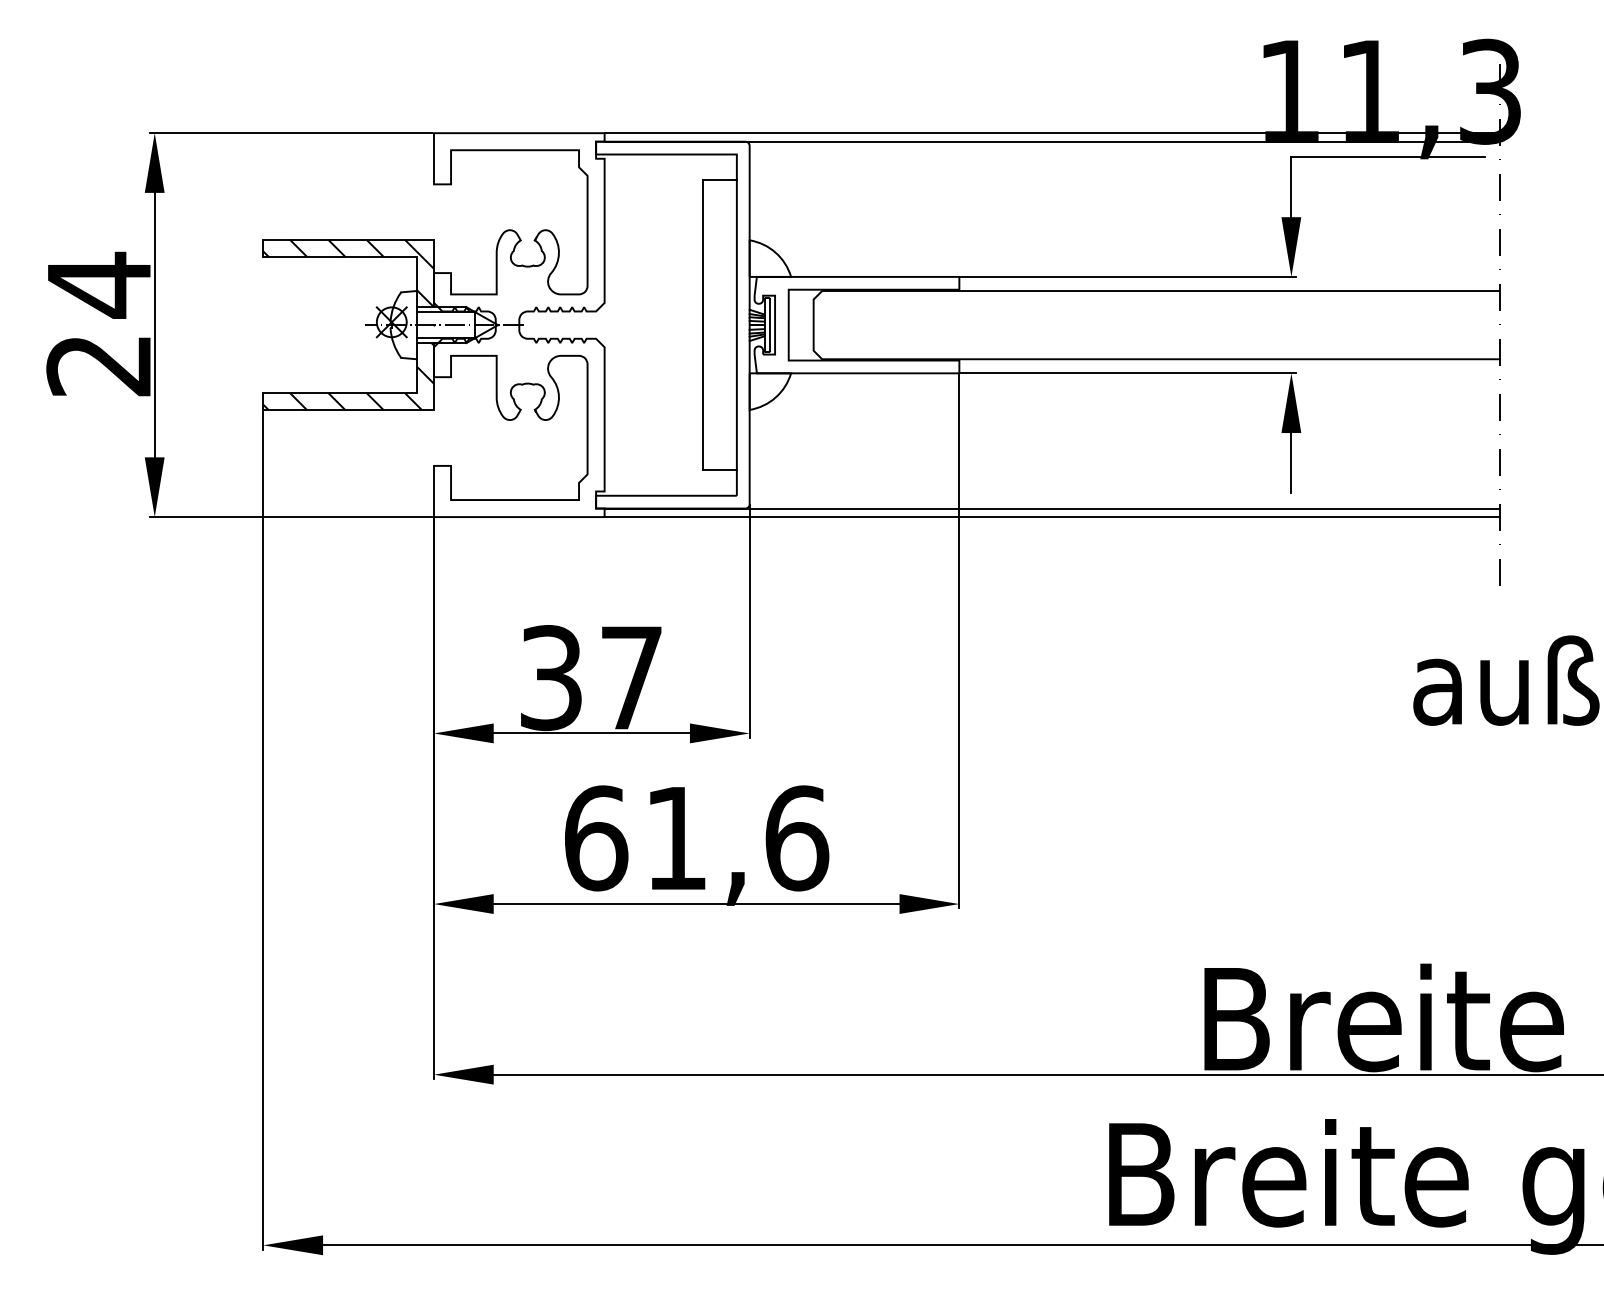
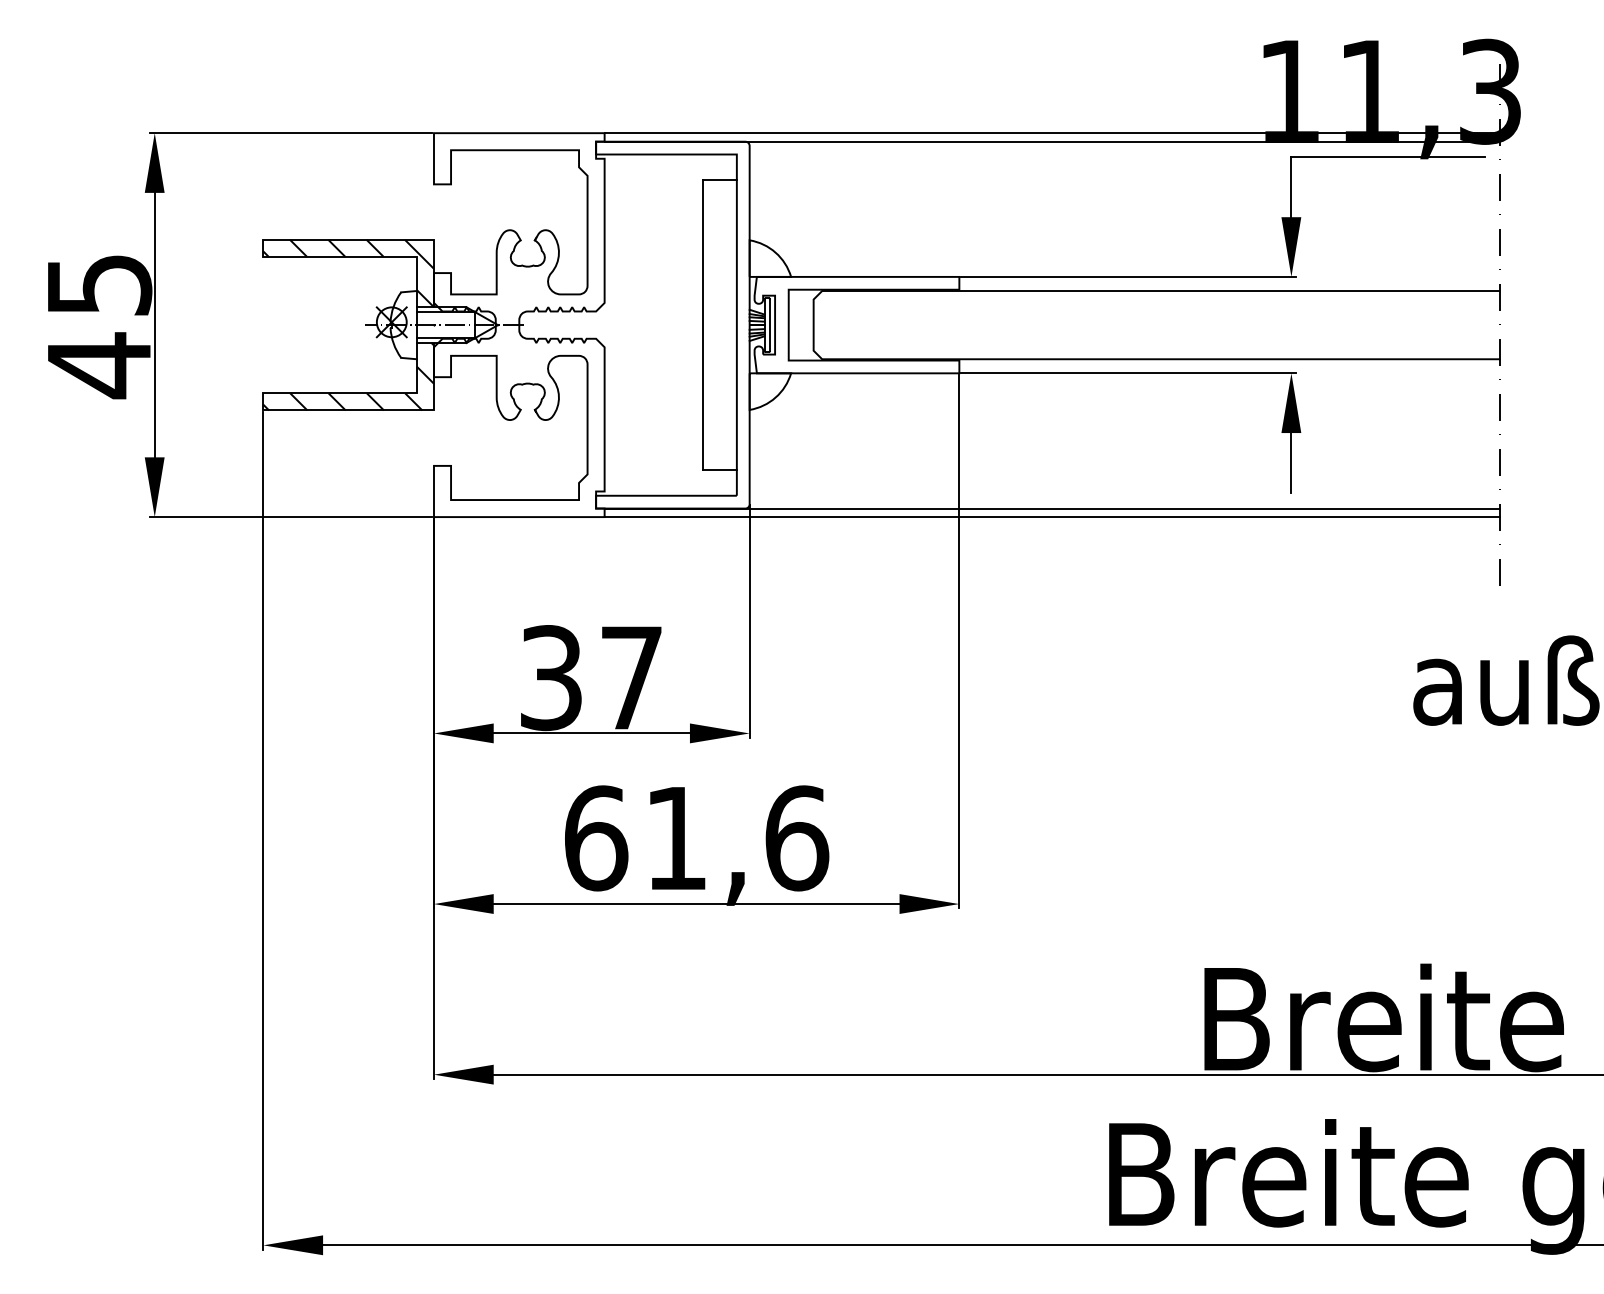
text at (99, 325): 24 -> 45
